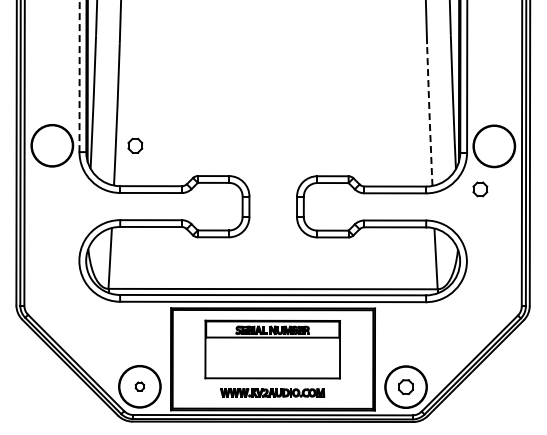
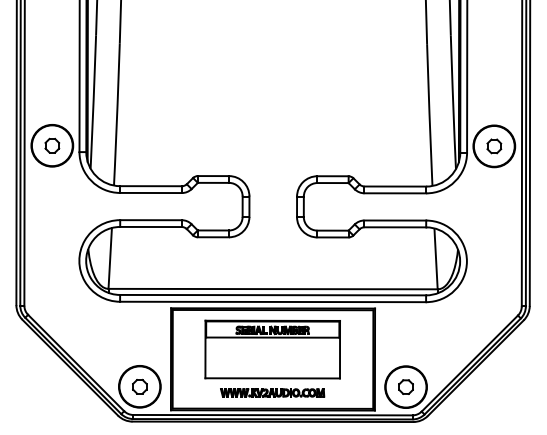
line at (79, 76): dashed -> solid
line at (429, 115): dashed -> solid
part at (135, 145) position: (135, 145) -> (52, 145)
part at (480, 189) position: (480, 189) -> (494, 146)
part at (139, 386) size: 12x11 px -> 16x17 px
